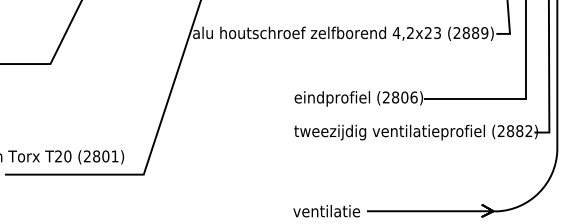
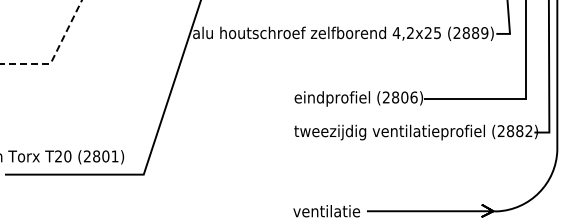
text at (437, 32): 4,2x23 -> 4,2x25
line at (54, 55): solid -> dashed
